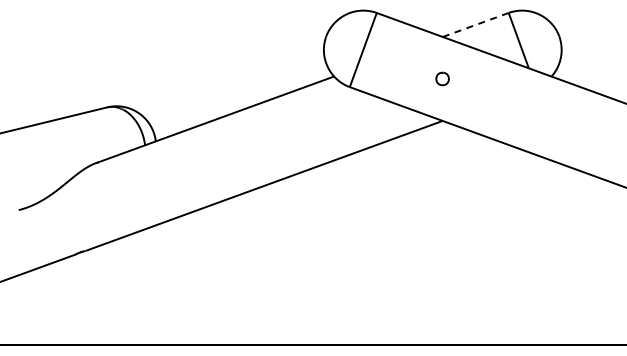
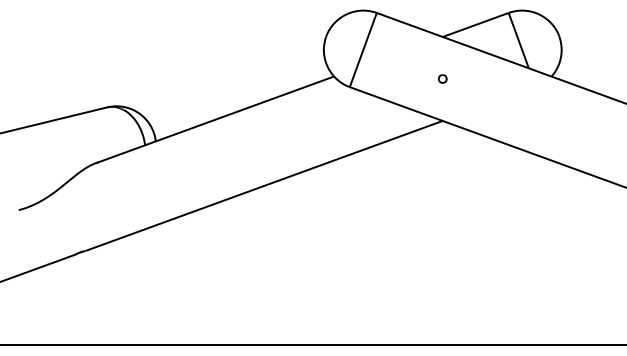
line at (475, 25): dashed -> solid
part at (442, 78) size: 15x16 px -> 10x10 px
